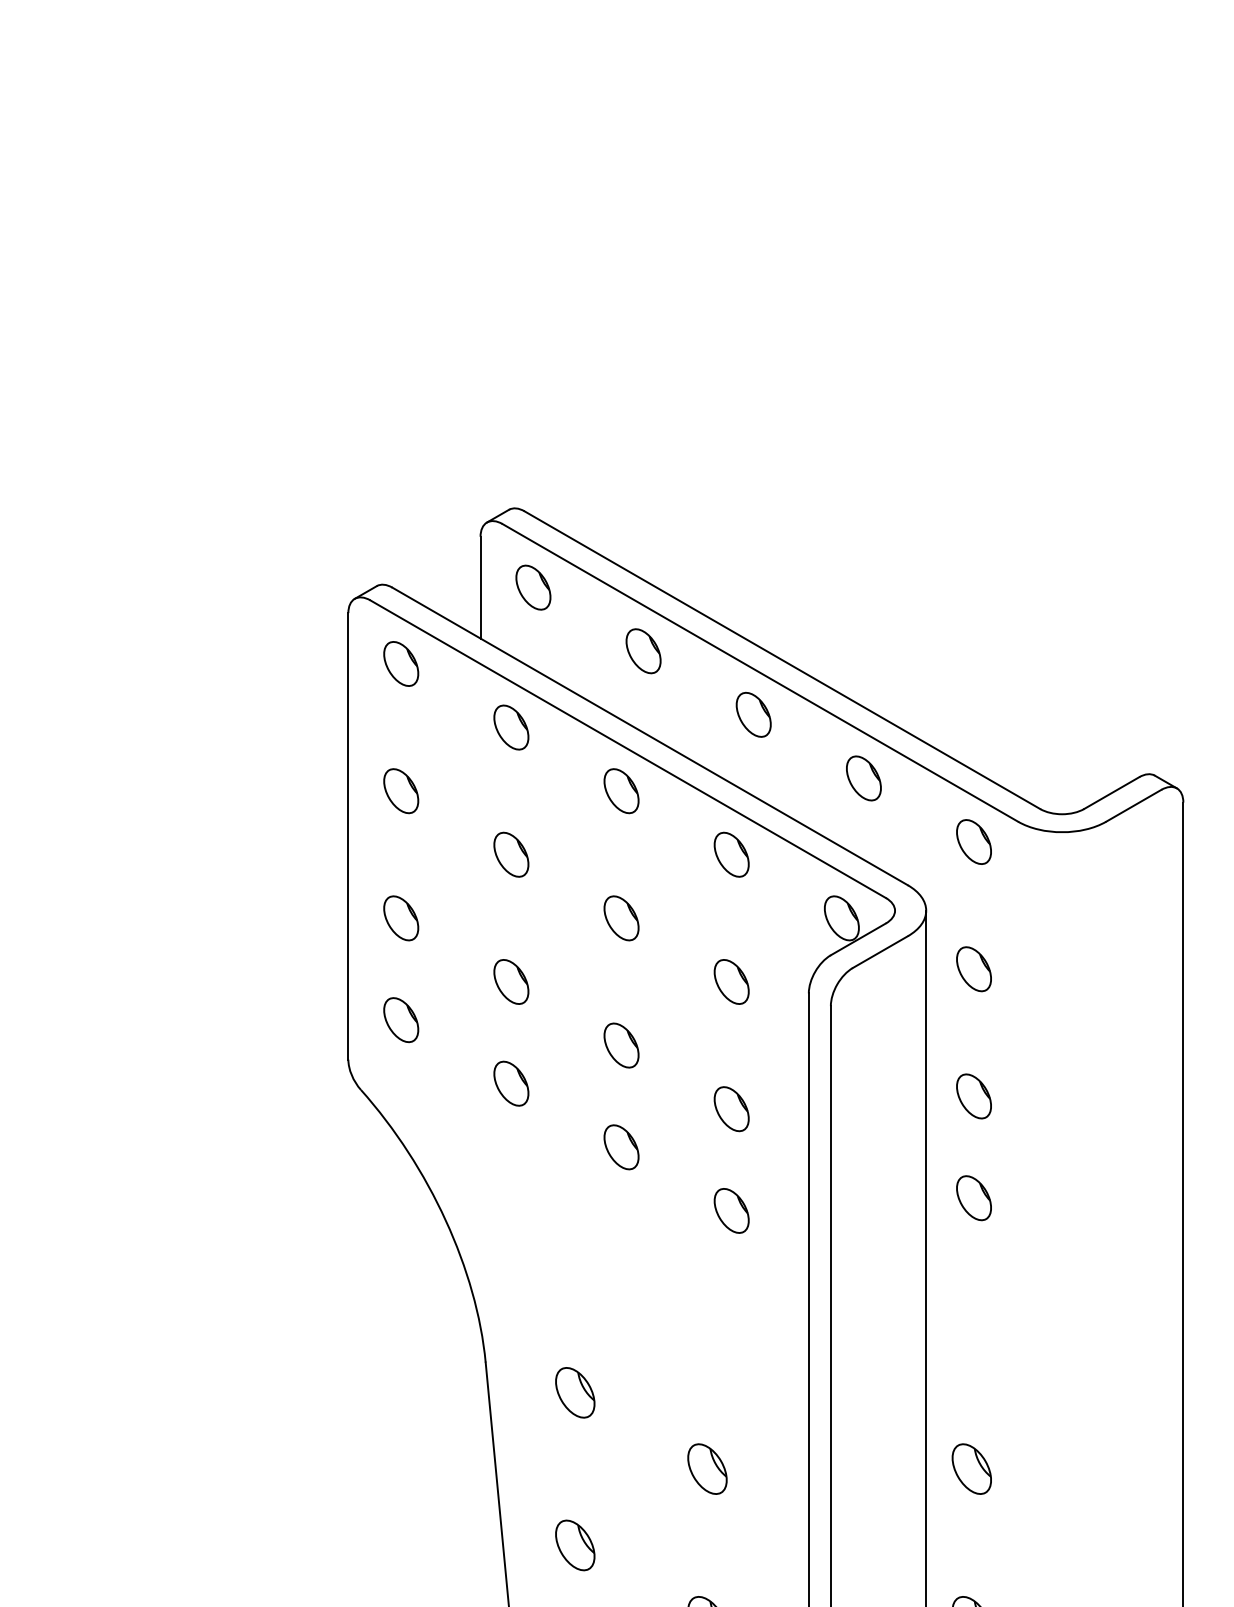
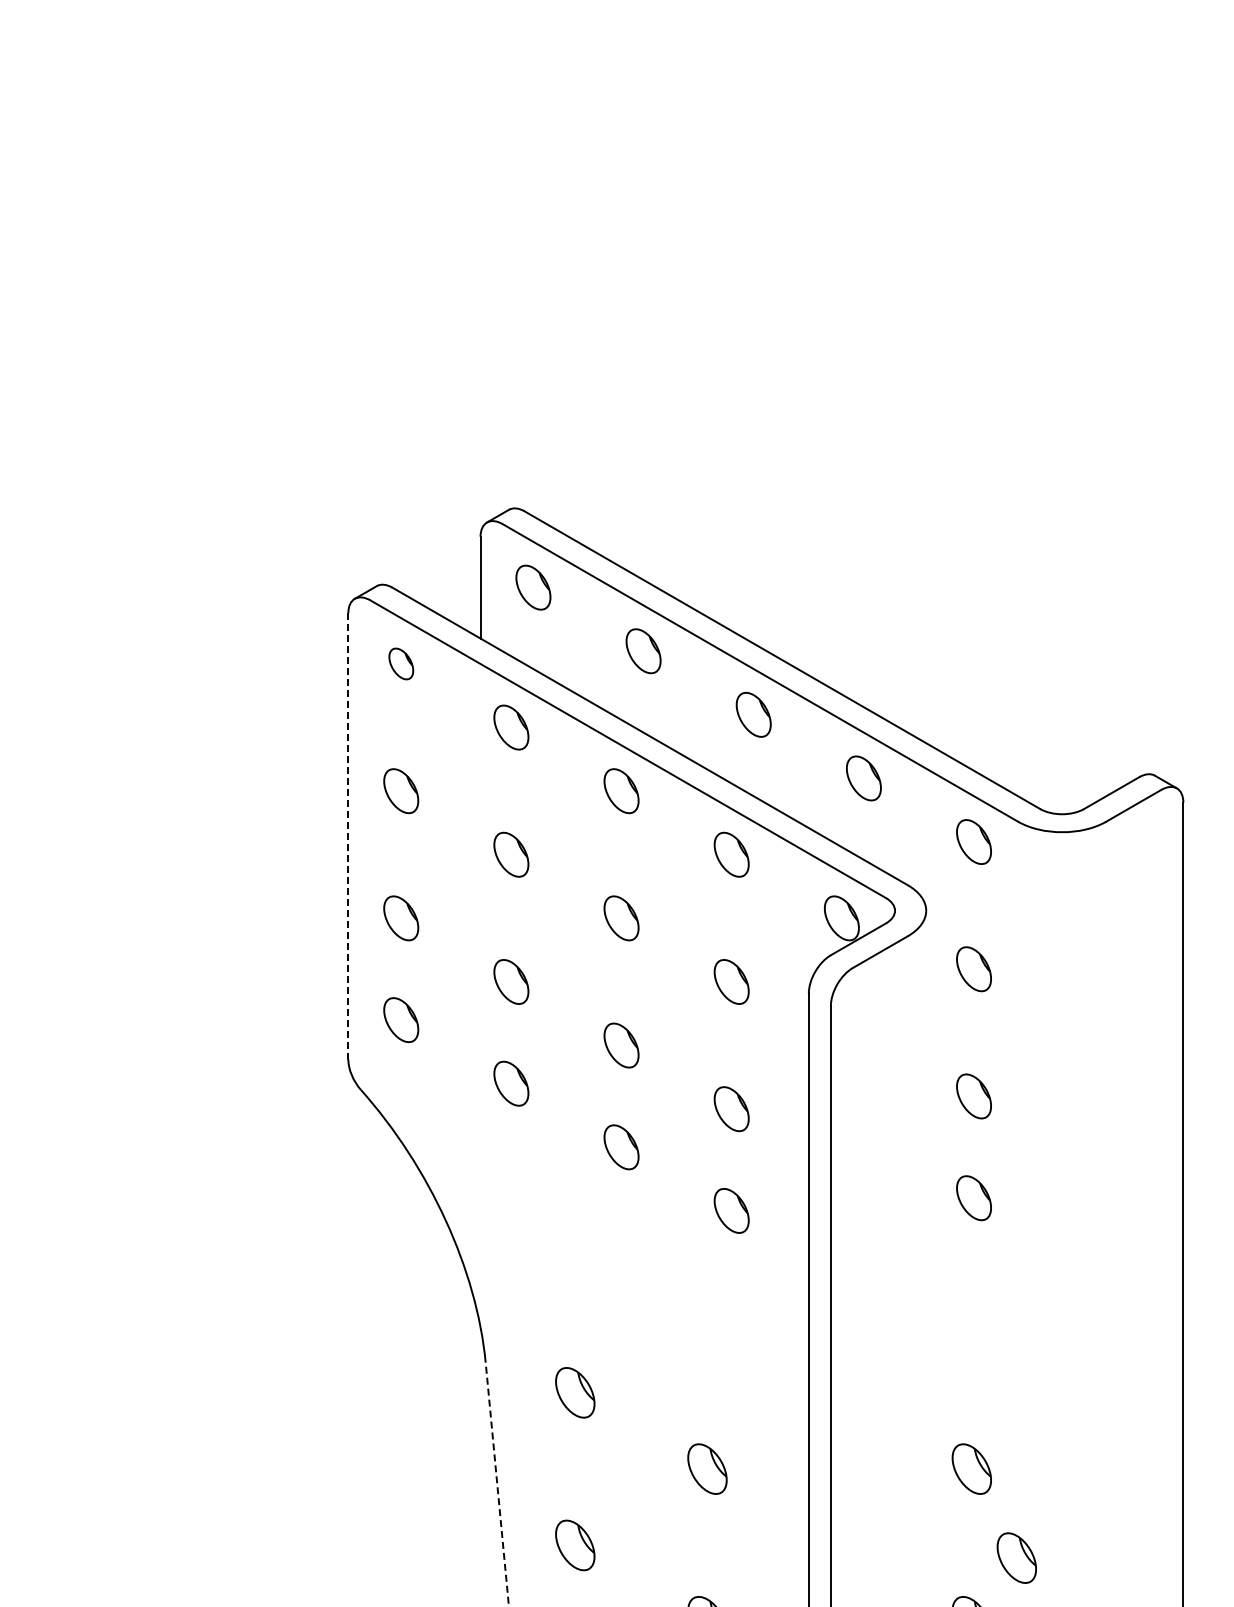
part at (401, 663) size: 37x46 px -> 27x34 px
line at (348, 835): solid -> dashed
line at (926, 1256): present -> none
line at (497, 1484): solid -> dashed
part at (1016, 1557): none -> present
